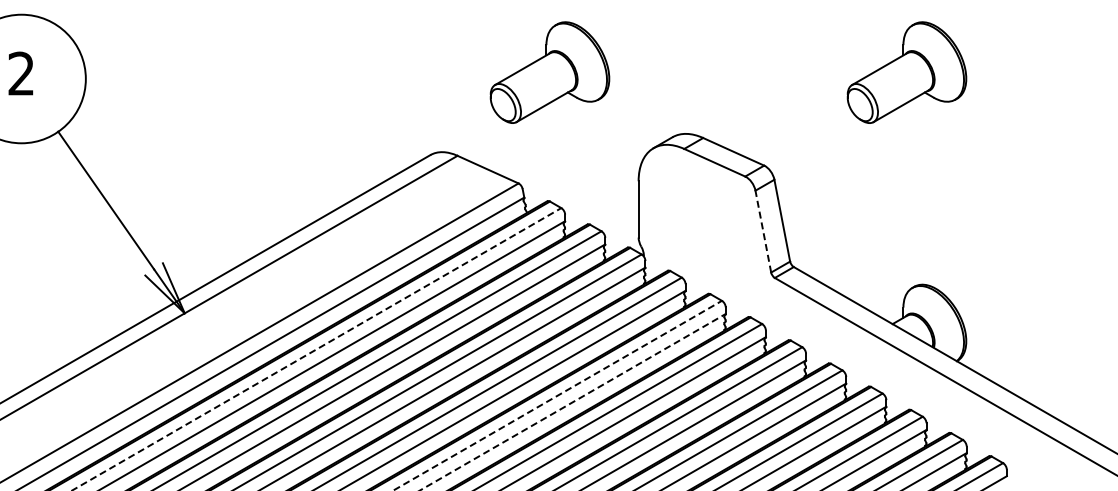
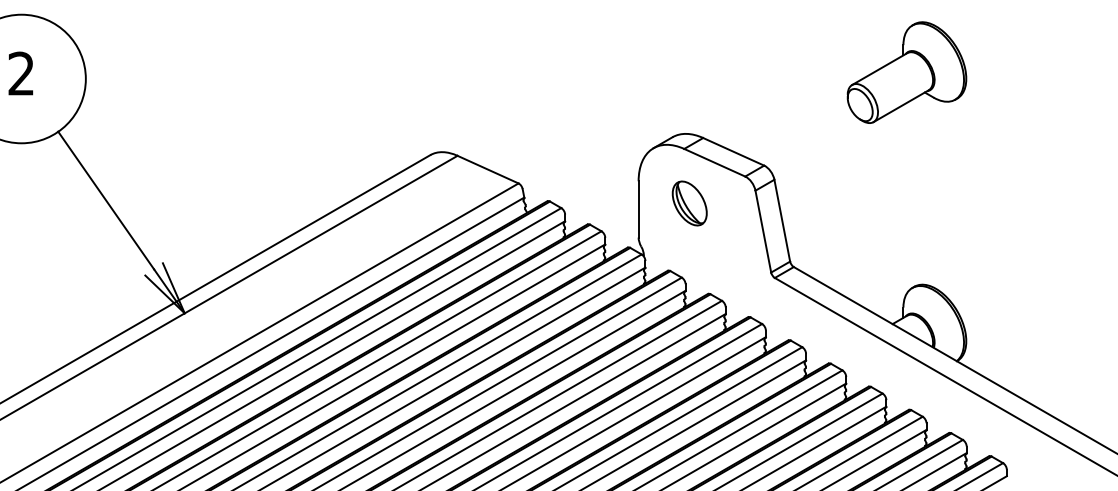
part at (549, 72): present -> none
part at (689, 203): none -> present
line at (763, 231): dashed -> solid
line at (317, 349): dashed -> solid
line at (557, 395): dashed -> solid
line at (572, 402): dashed -> solid
